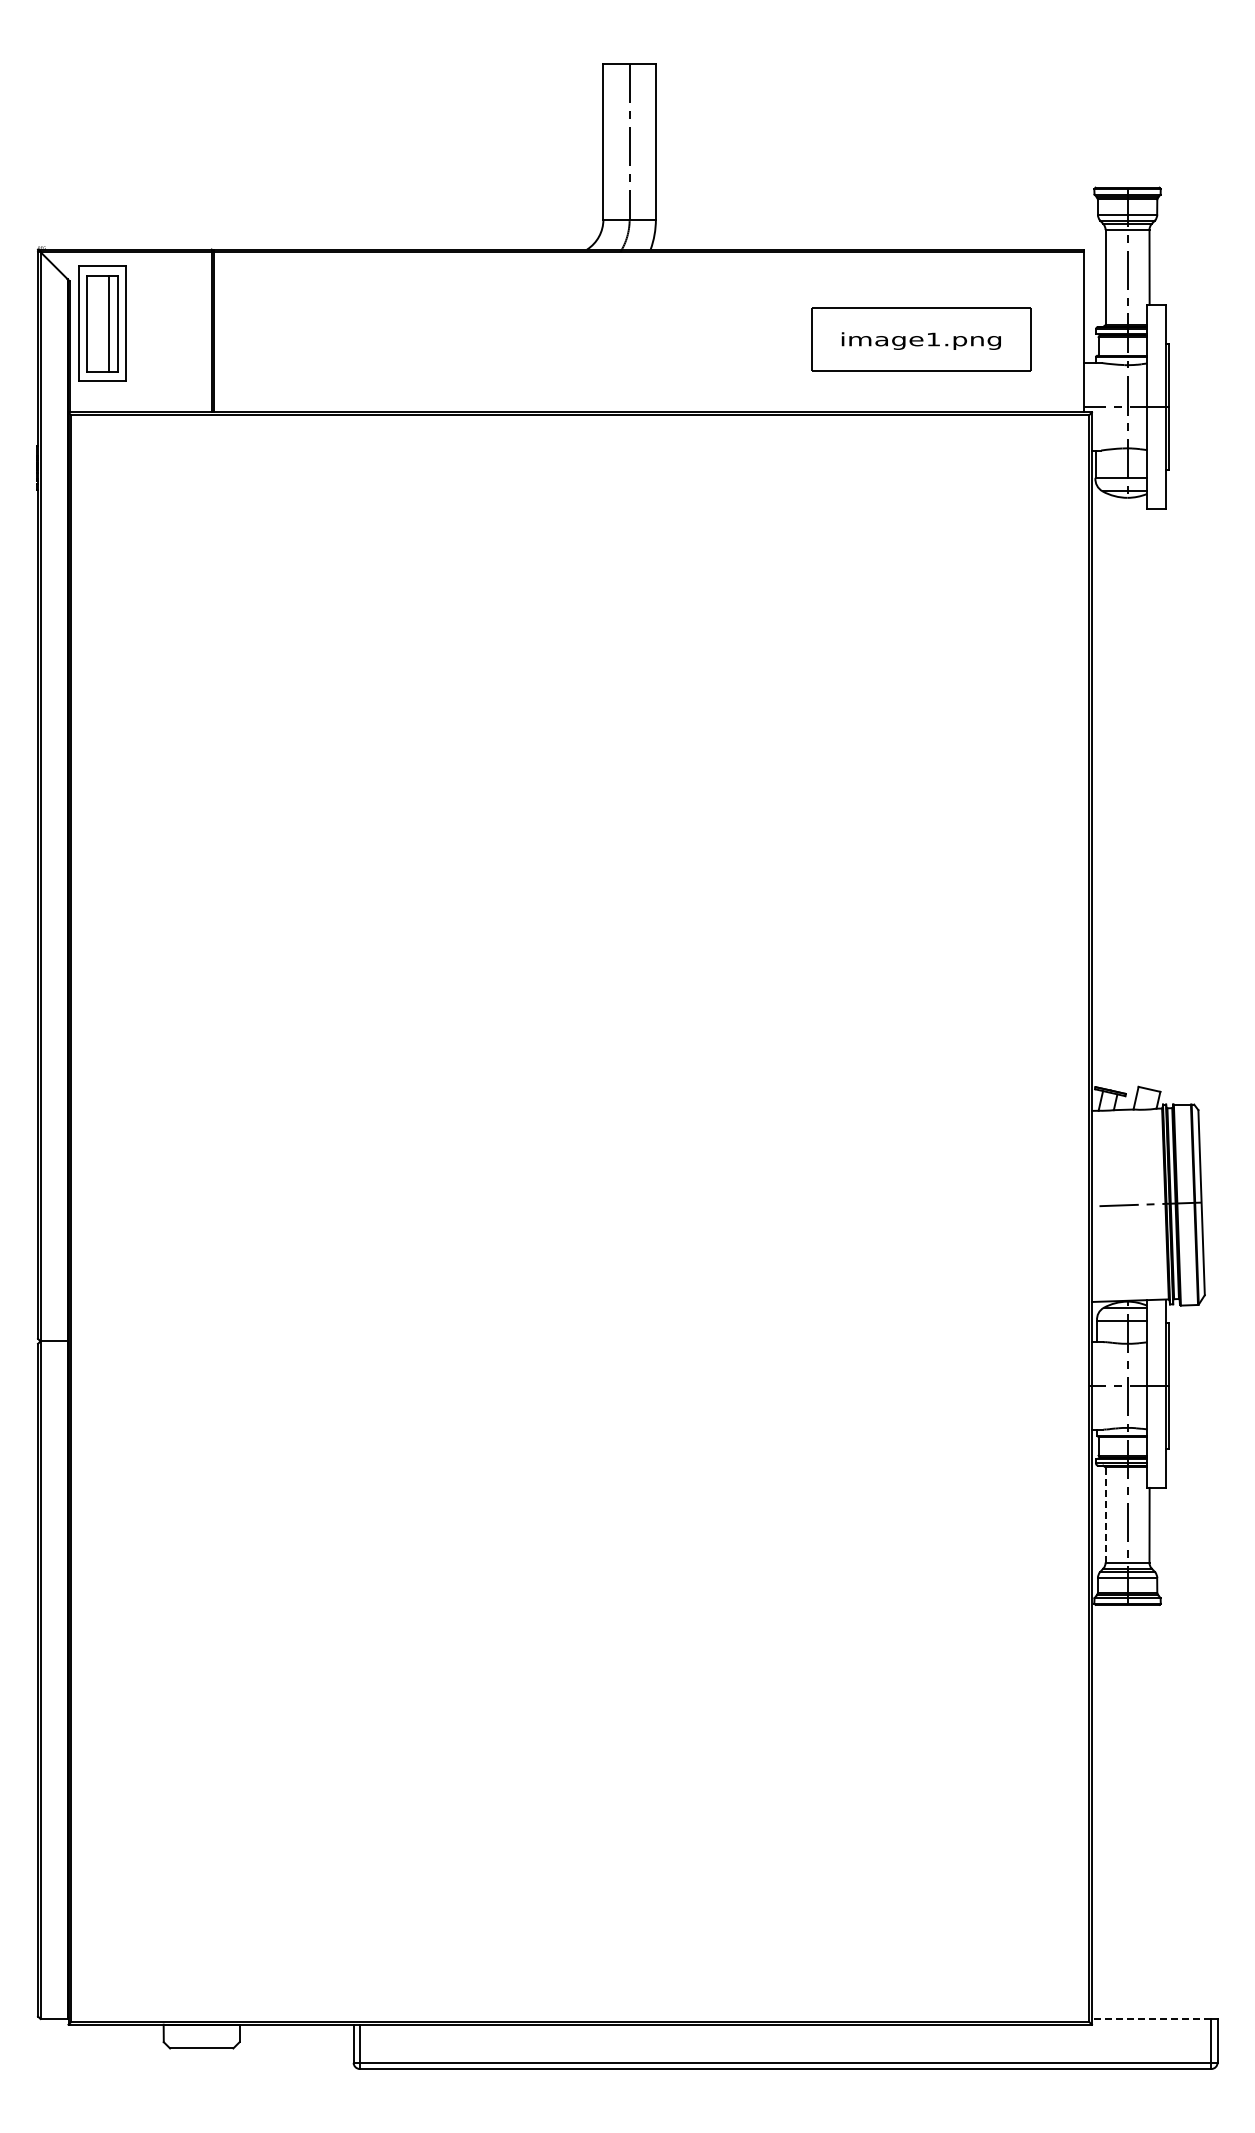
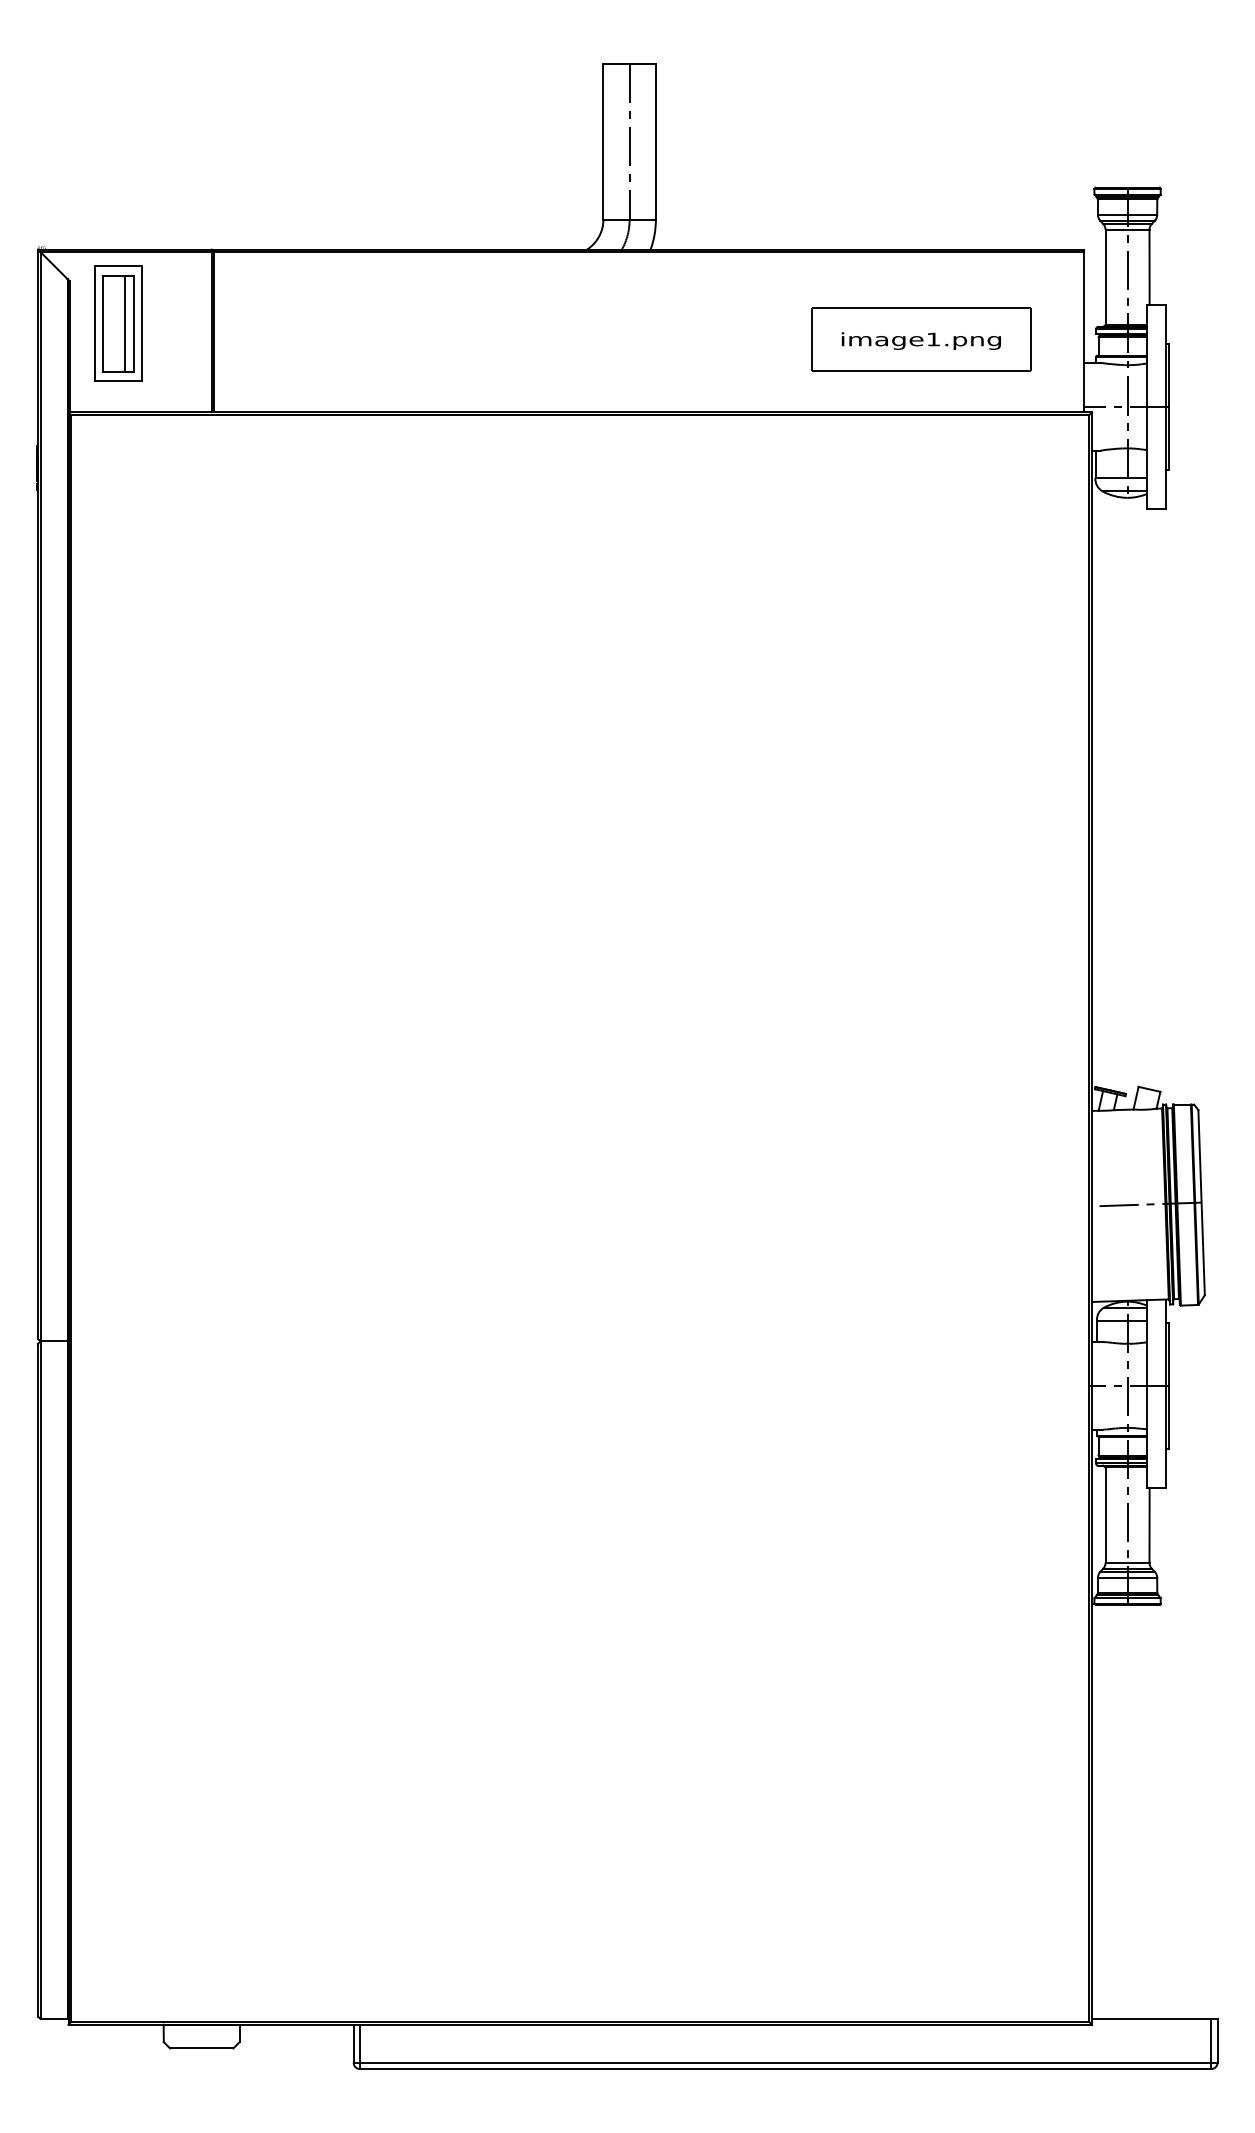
part at (102, 323) position: (102, 323) -> (118, 323)
line at (1105, 1515): dashed -> solid
line at (1151, 2019): dashed -> solid
